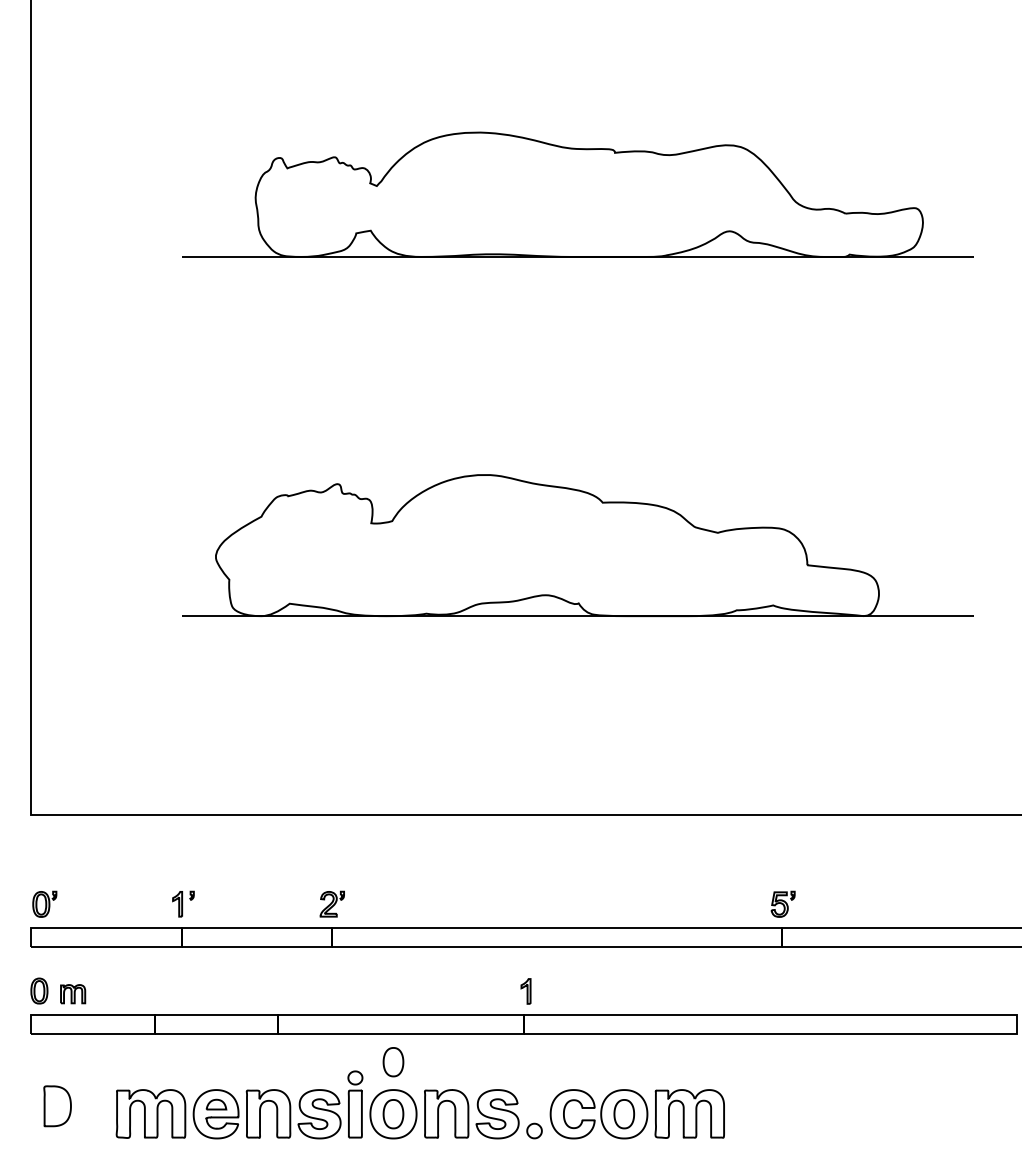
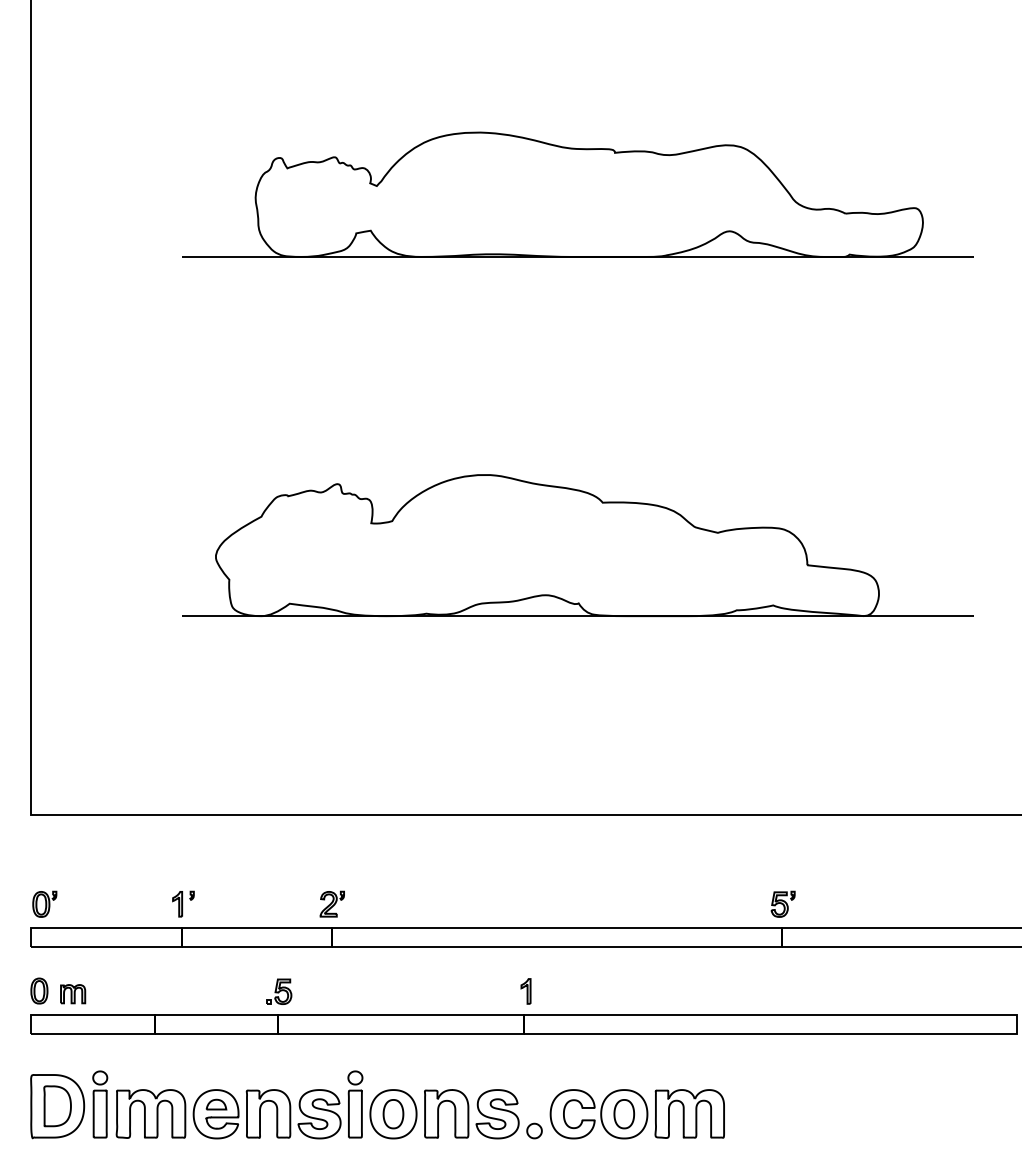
part at (279, 991): none -> present
part at (393, 1062): present -> none
part at (69, 1104): none -> present
